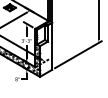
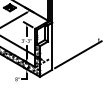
line at (98, 20): present -> none
